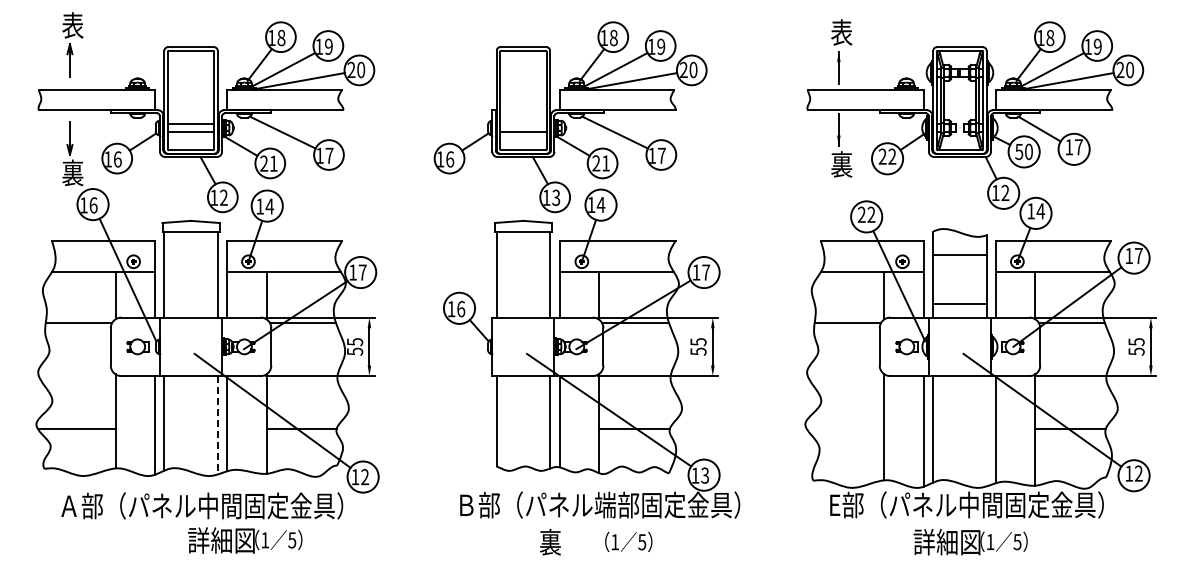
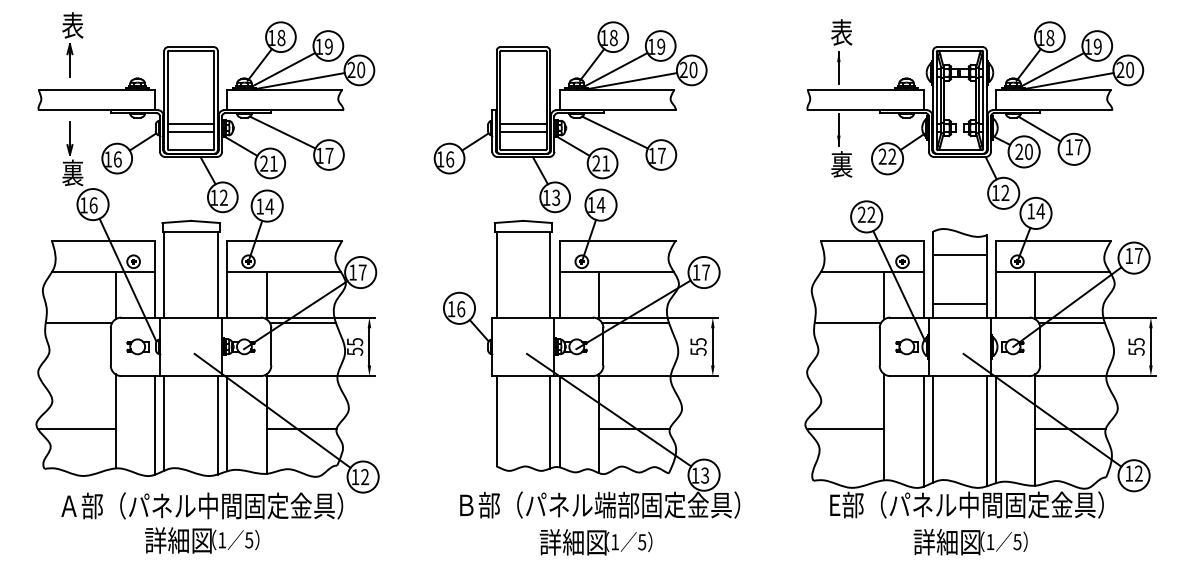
line at (523, 123): none -> present
text at (1019, 151): 50 -> 20
line at (217, 425): dashed -> solid
line at (845, 429): none -> present
line at (986, 431): none -> present
text at (245, 540) position: (245, 540) -> (202, 540)
text at (572, 541): 裏 -> 詳細図
